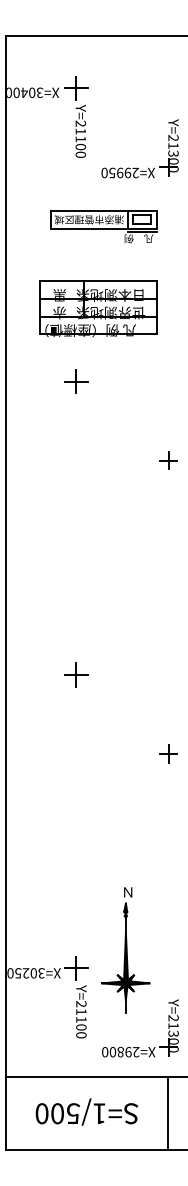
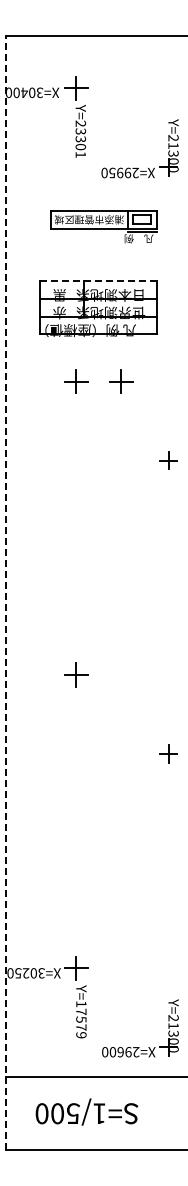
text at (80, 142): Y=21100 -> Y=23301
line at (98, 281): solid -> dashed
part at (121, 381): none -> present
line at (6, 592): solid -> dashed
part at (125, 950): present -> none
text at (81, 1019): Y=21100 -> Y=17579
text at (120, 1052): X=29800 -> X=29600
line at (167, 1113): present -> none
